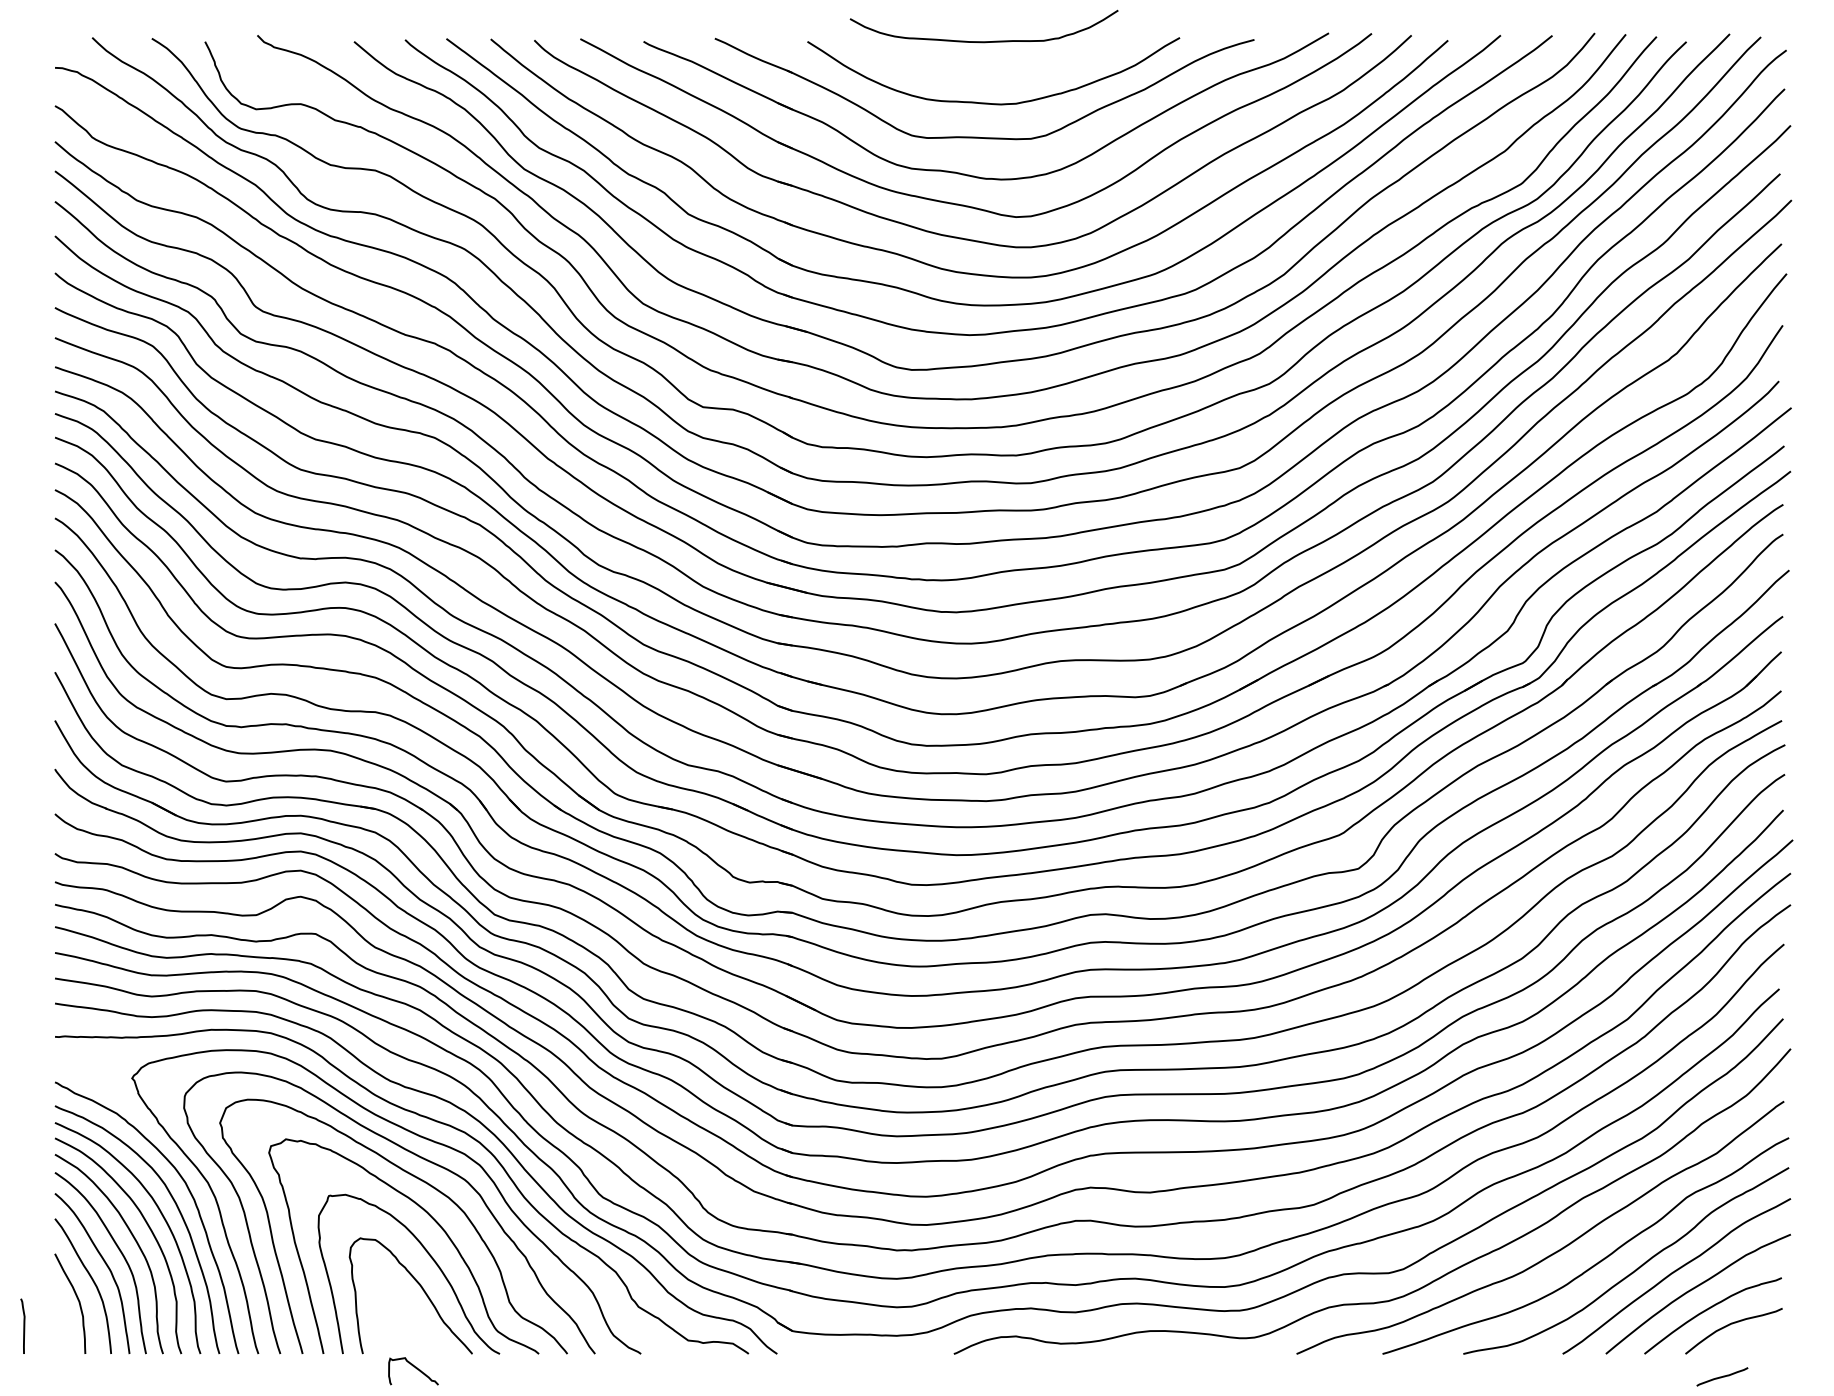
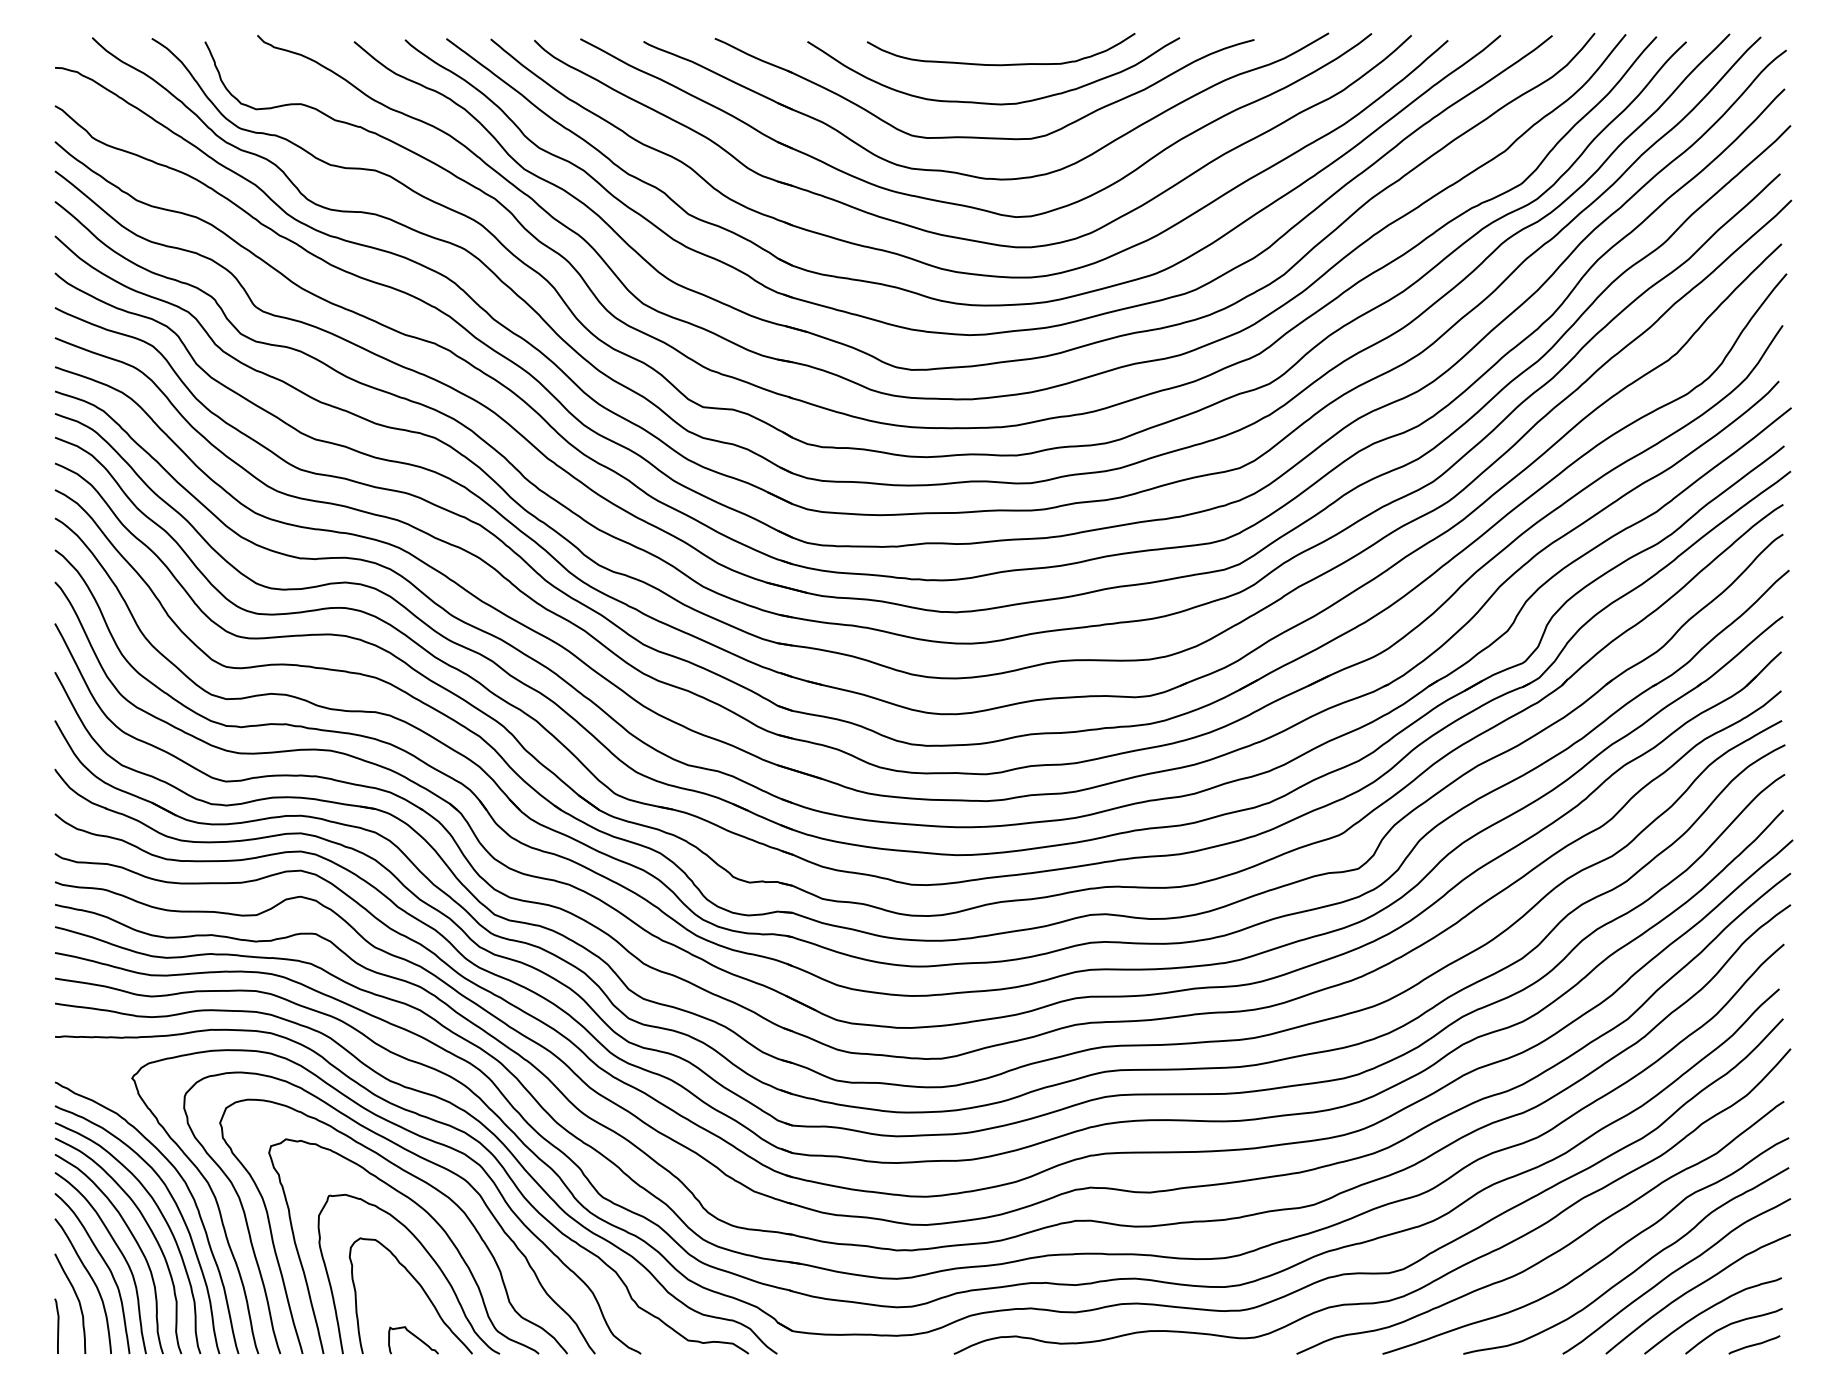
curve at (983, 41) position: (983, 41) -> (1000, 64)
curve at (23, 1325) position: (23, 1325) -> (57, 1325)
curve at (415, 1368) position: (415, 1368) -> (415, 1337)
line at (1722, 1376) position: (1722, 1376) -> (1754, 1344)
